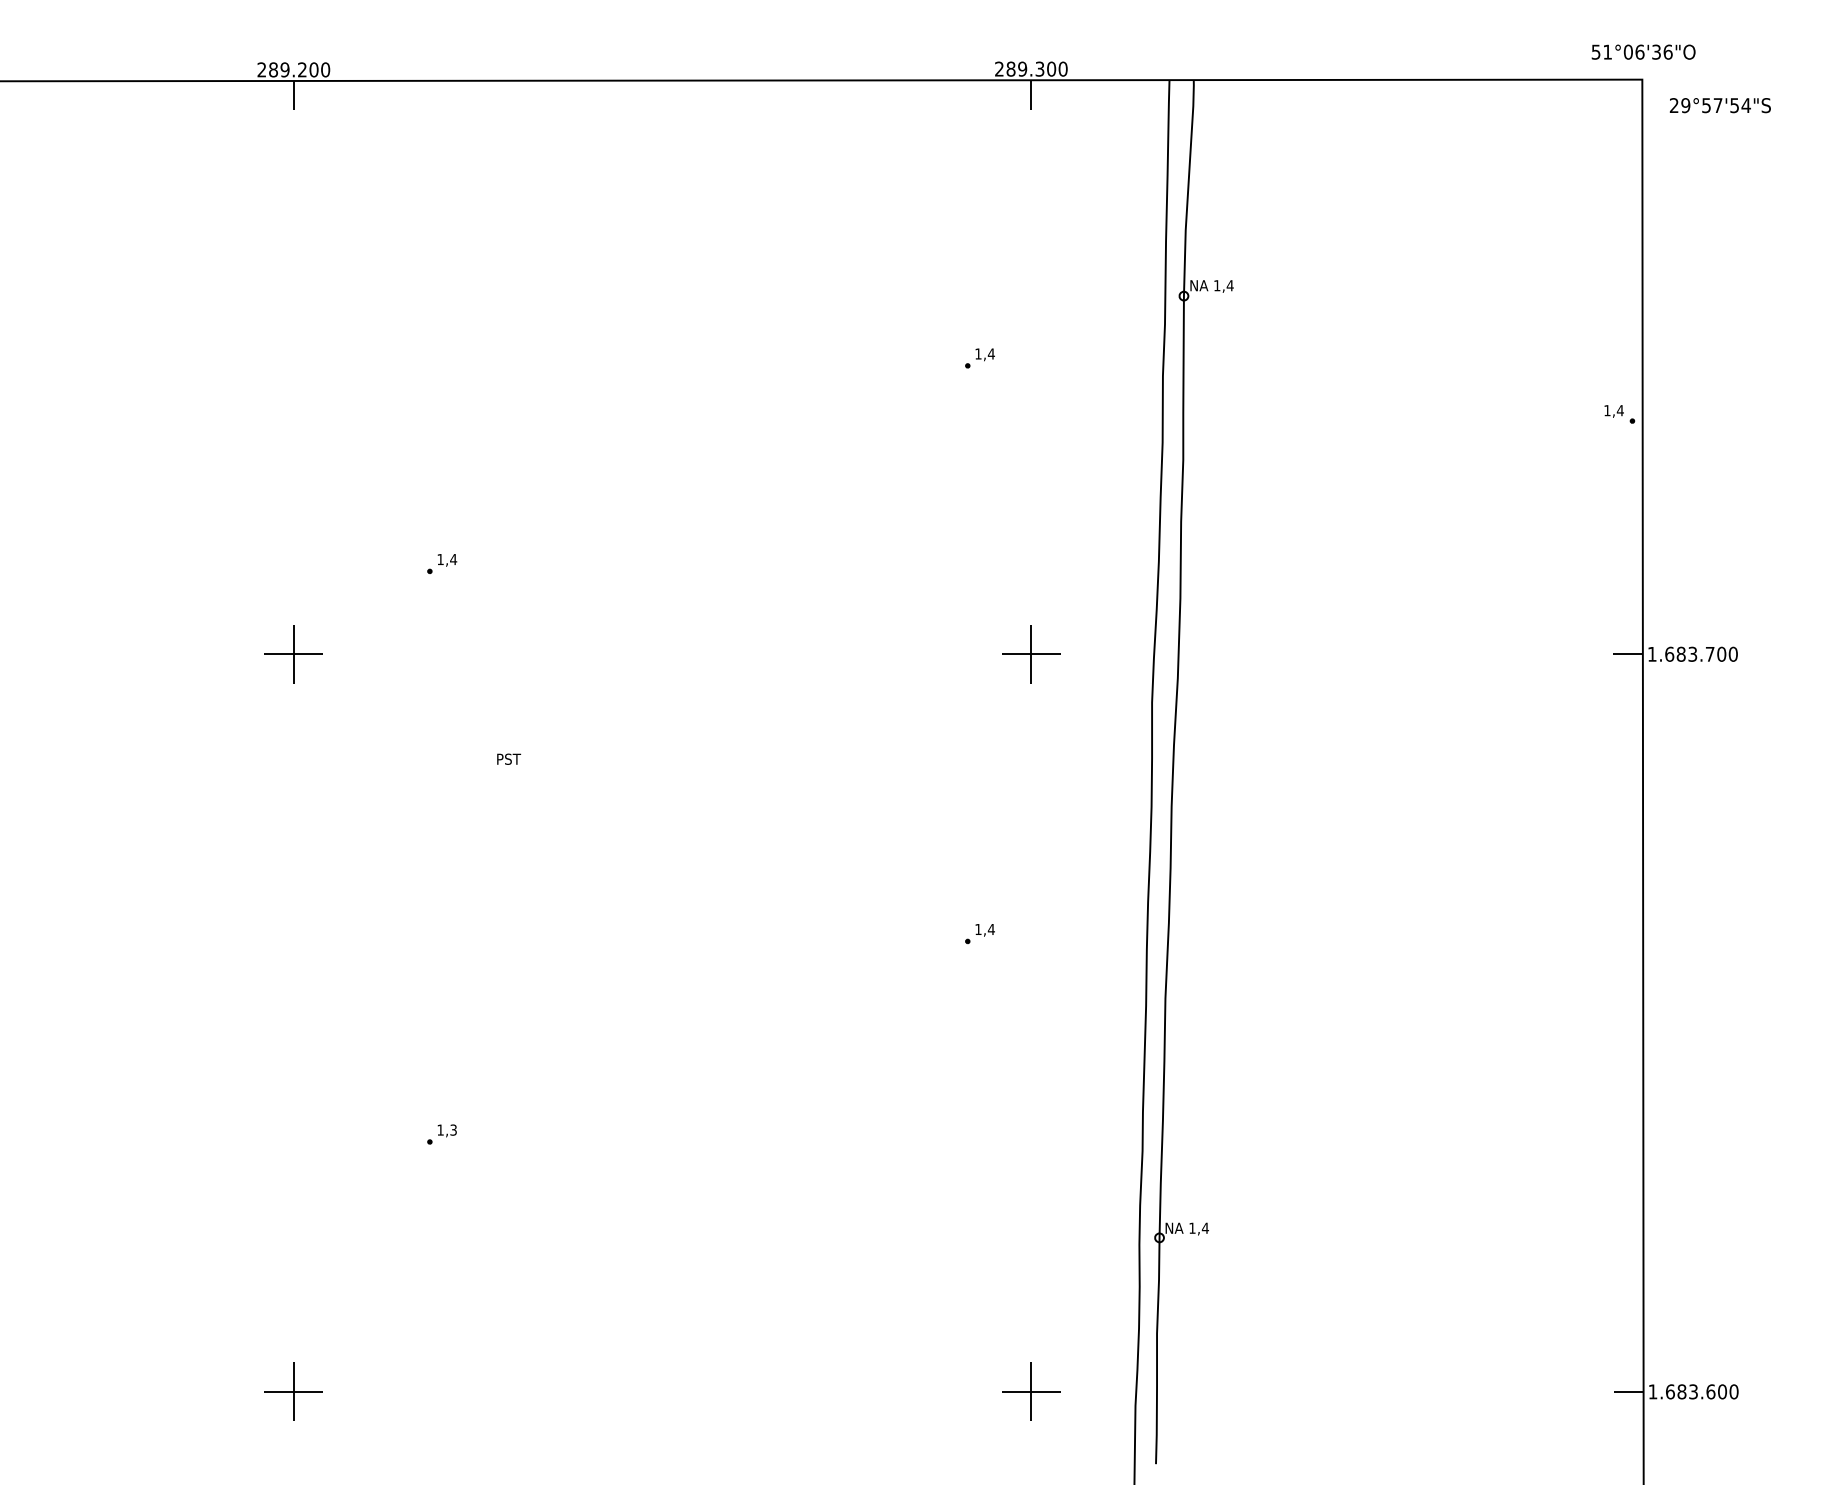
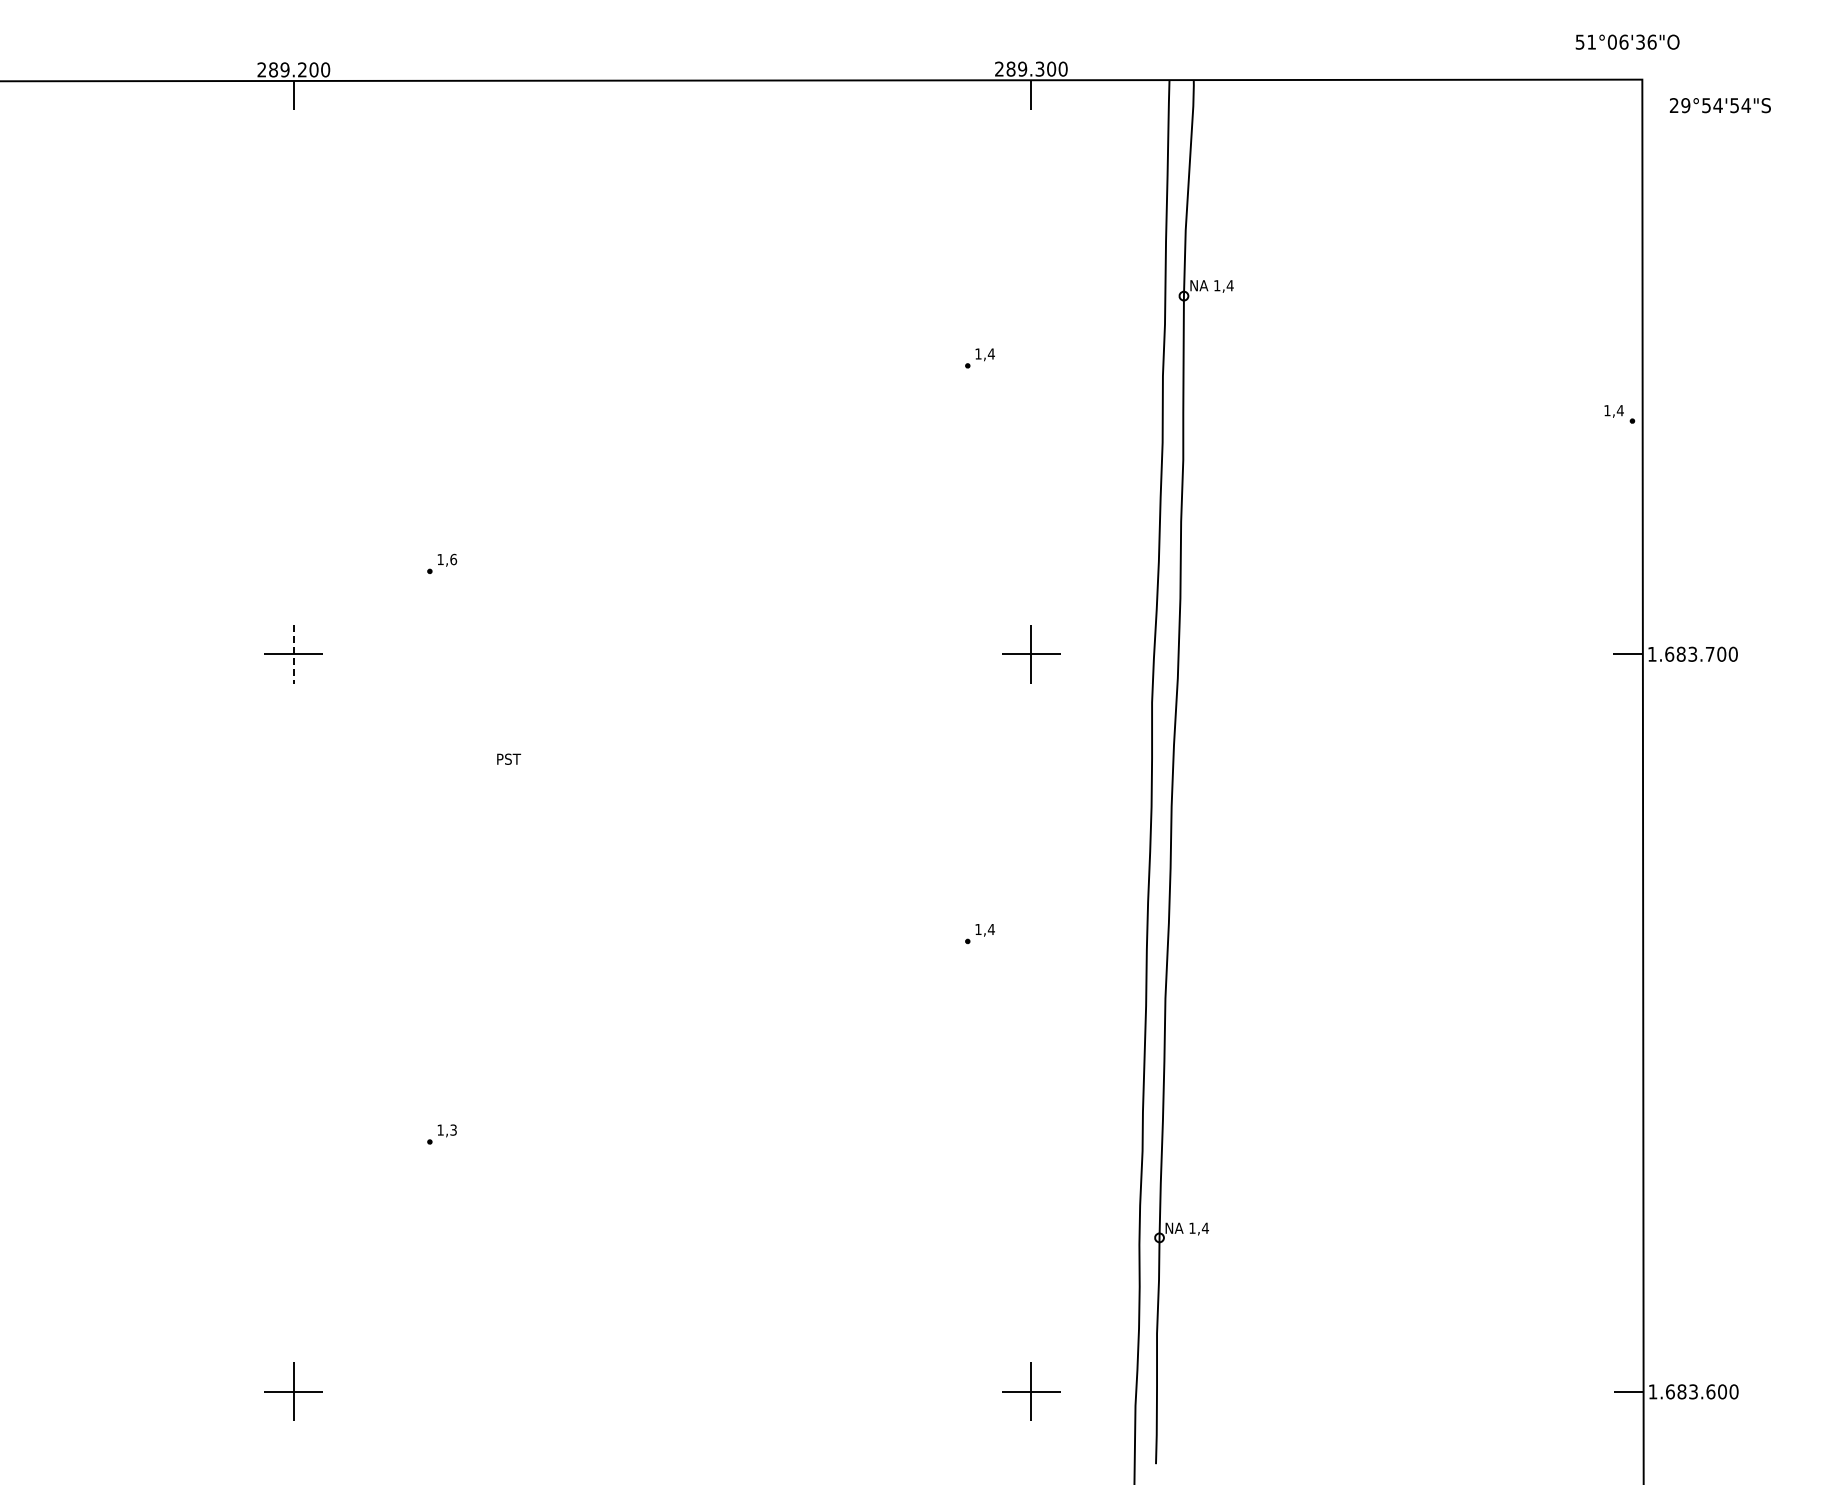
text at (1643, 51) position: (1643, 51) -> (1627, 41)
text at (1717, 105): 29°57'54"S -> 29°54'54"S
text at (453, 559): 1,4 -> 1,6
line at (293, 654): solid -> dashed
